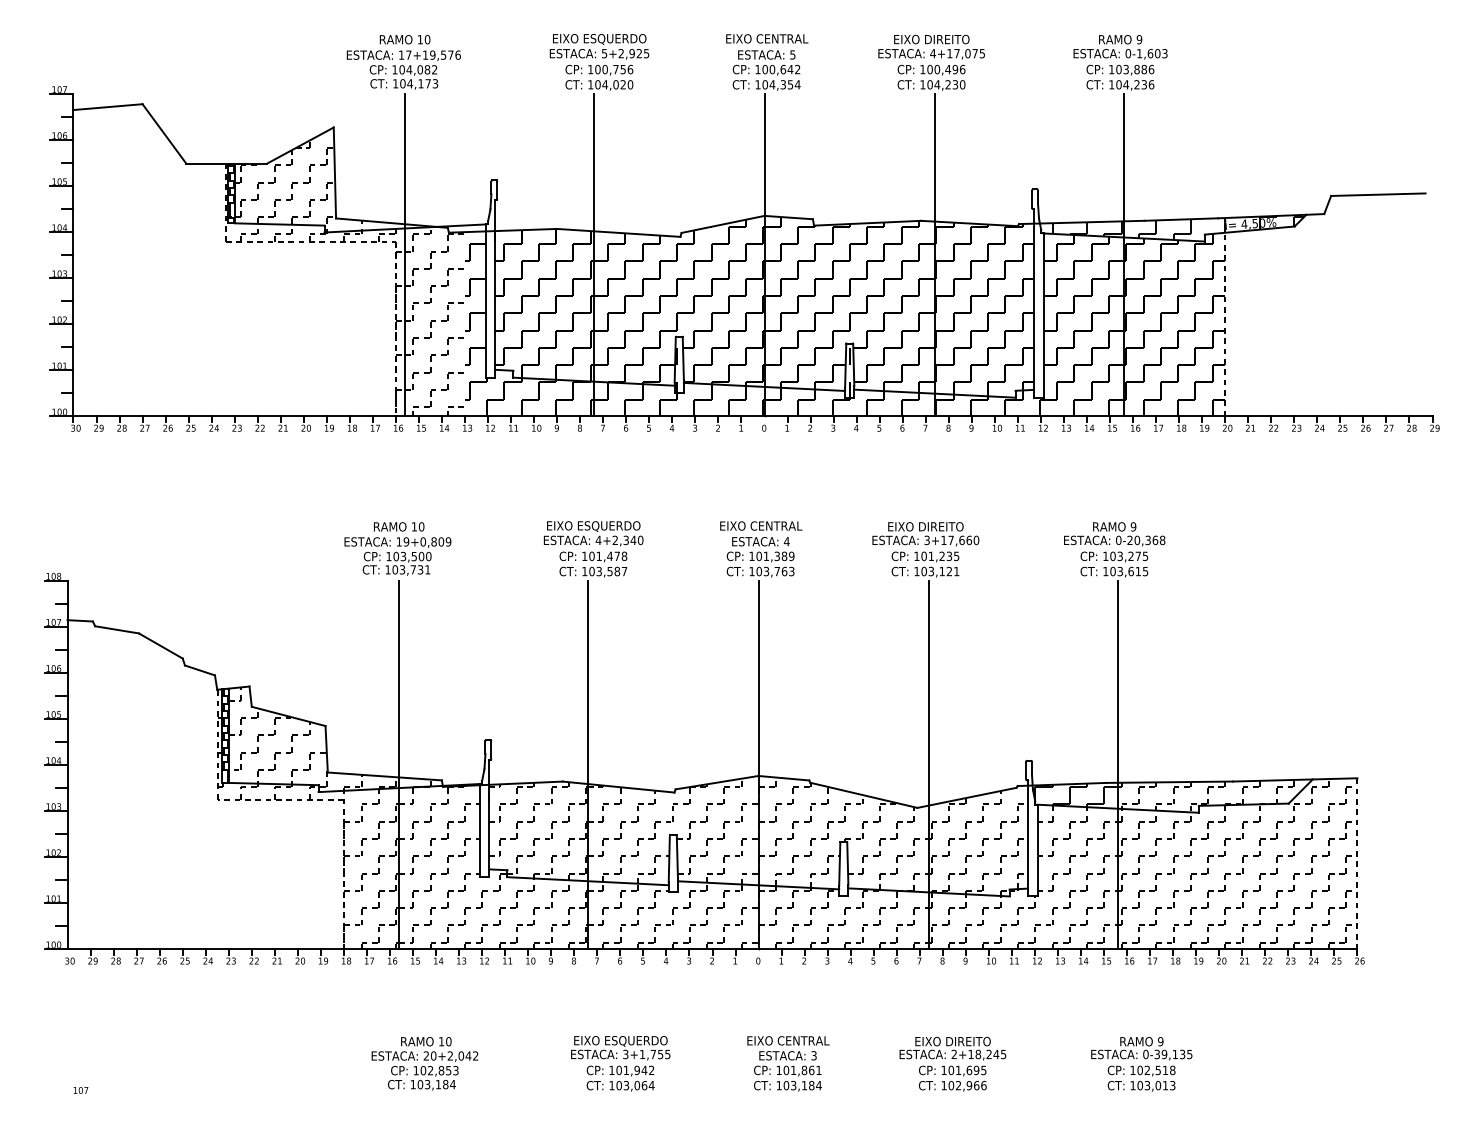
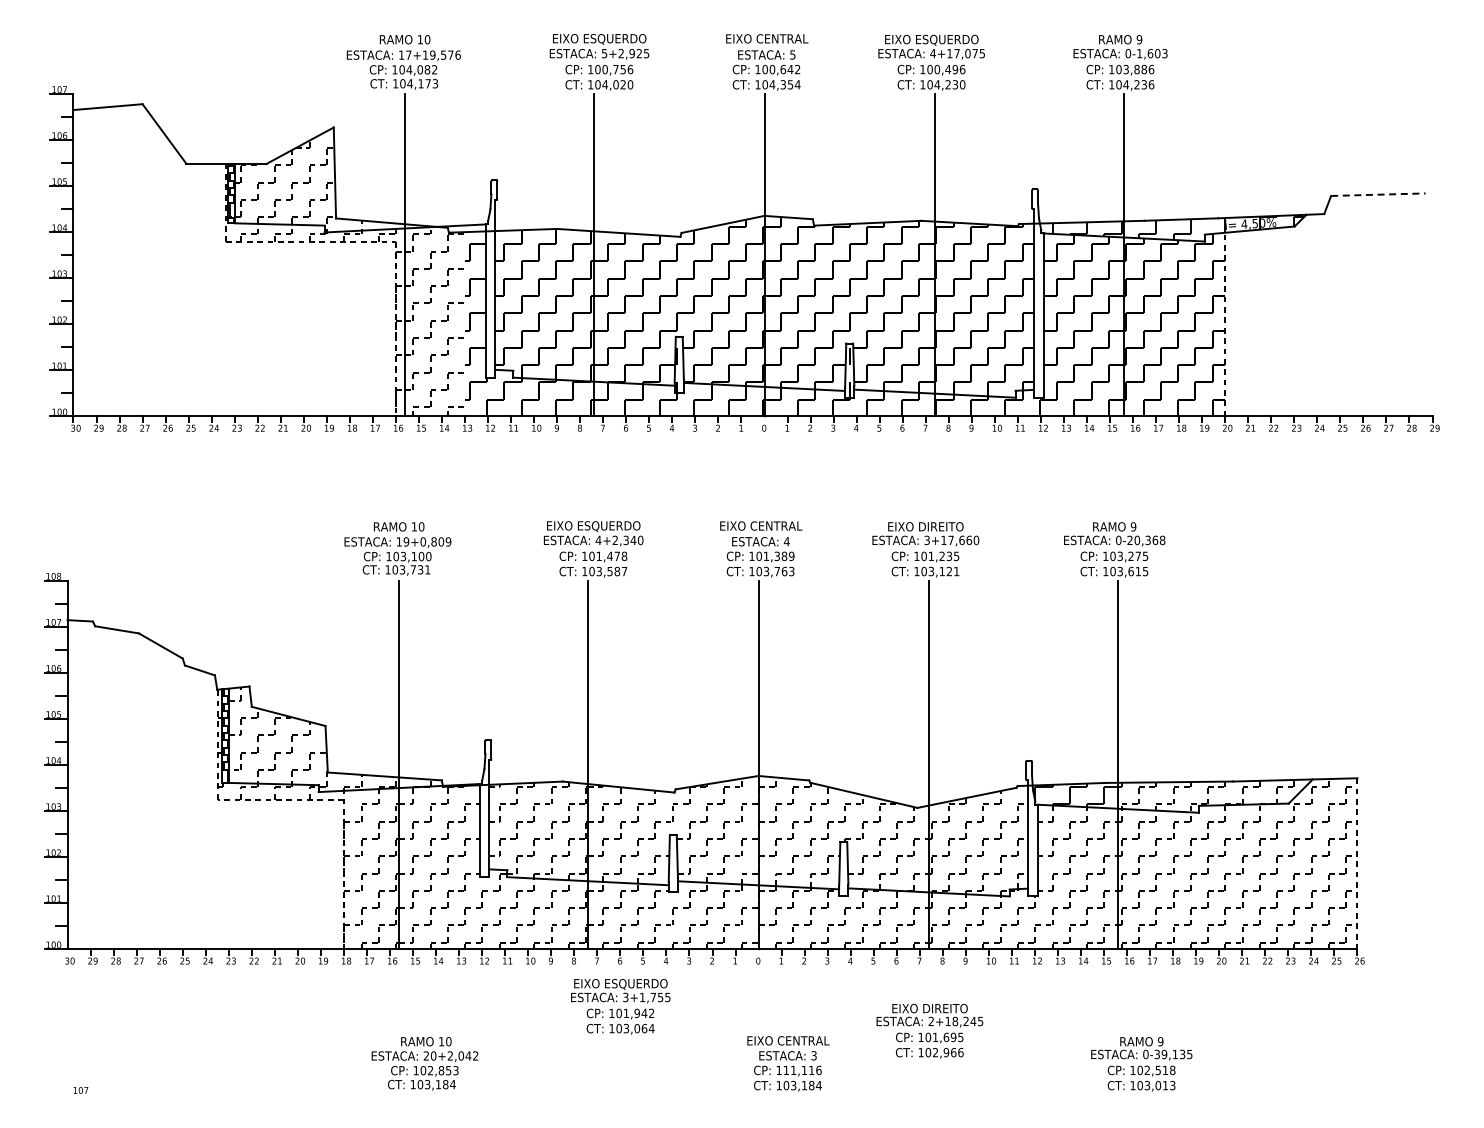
text at (931, 39): EIXO DIREITO -> EIXO ESQUERDO
line at (1378, 194): solid -> dashed
text at (413, 556): 103,500 -> 103,100
text at (620, 1063) position: (620, 1063) -> (620, 1006)
text at (952, 1063) position: (952, 1063) -> (929, 1030)
text at (802, 1070): 101,861 -> 111,116
